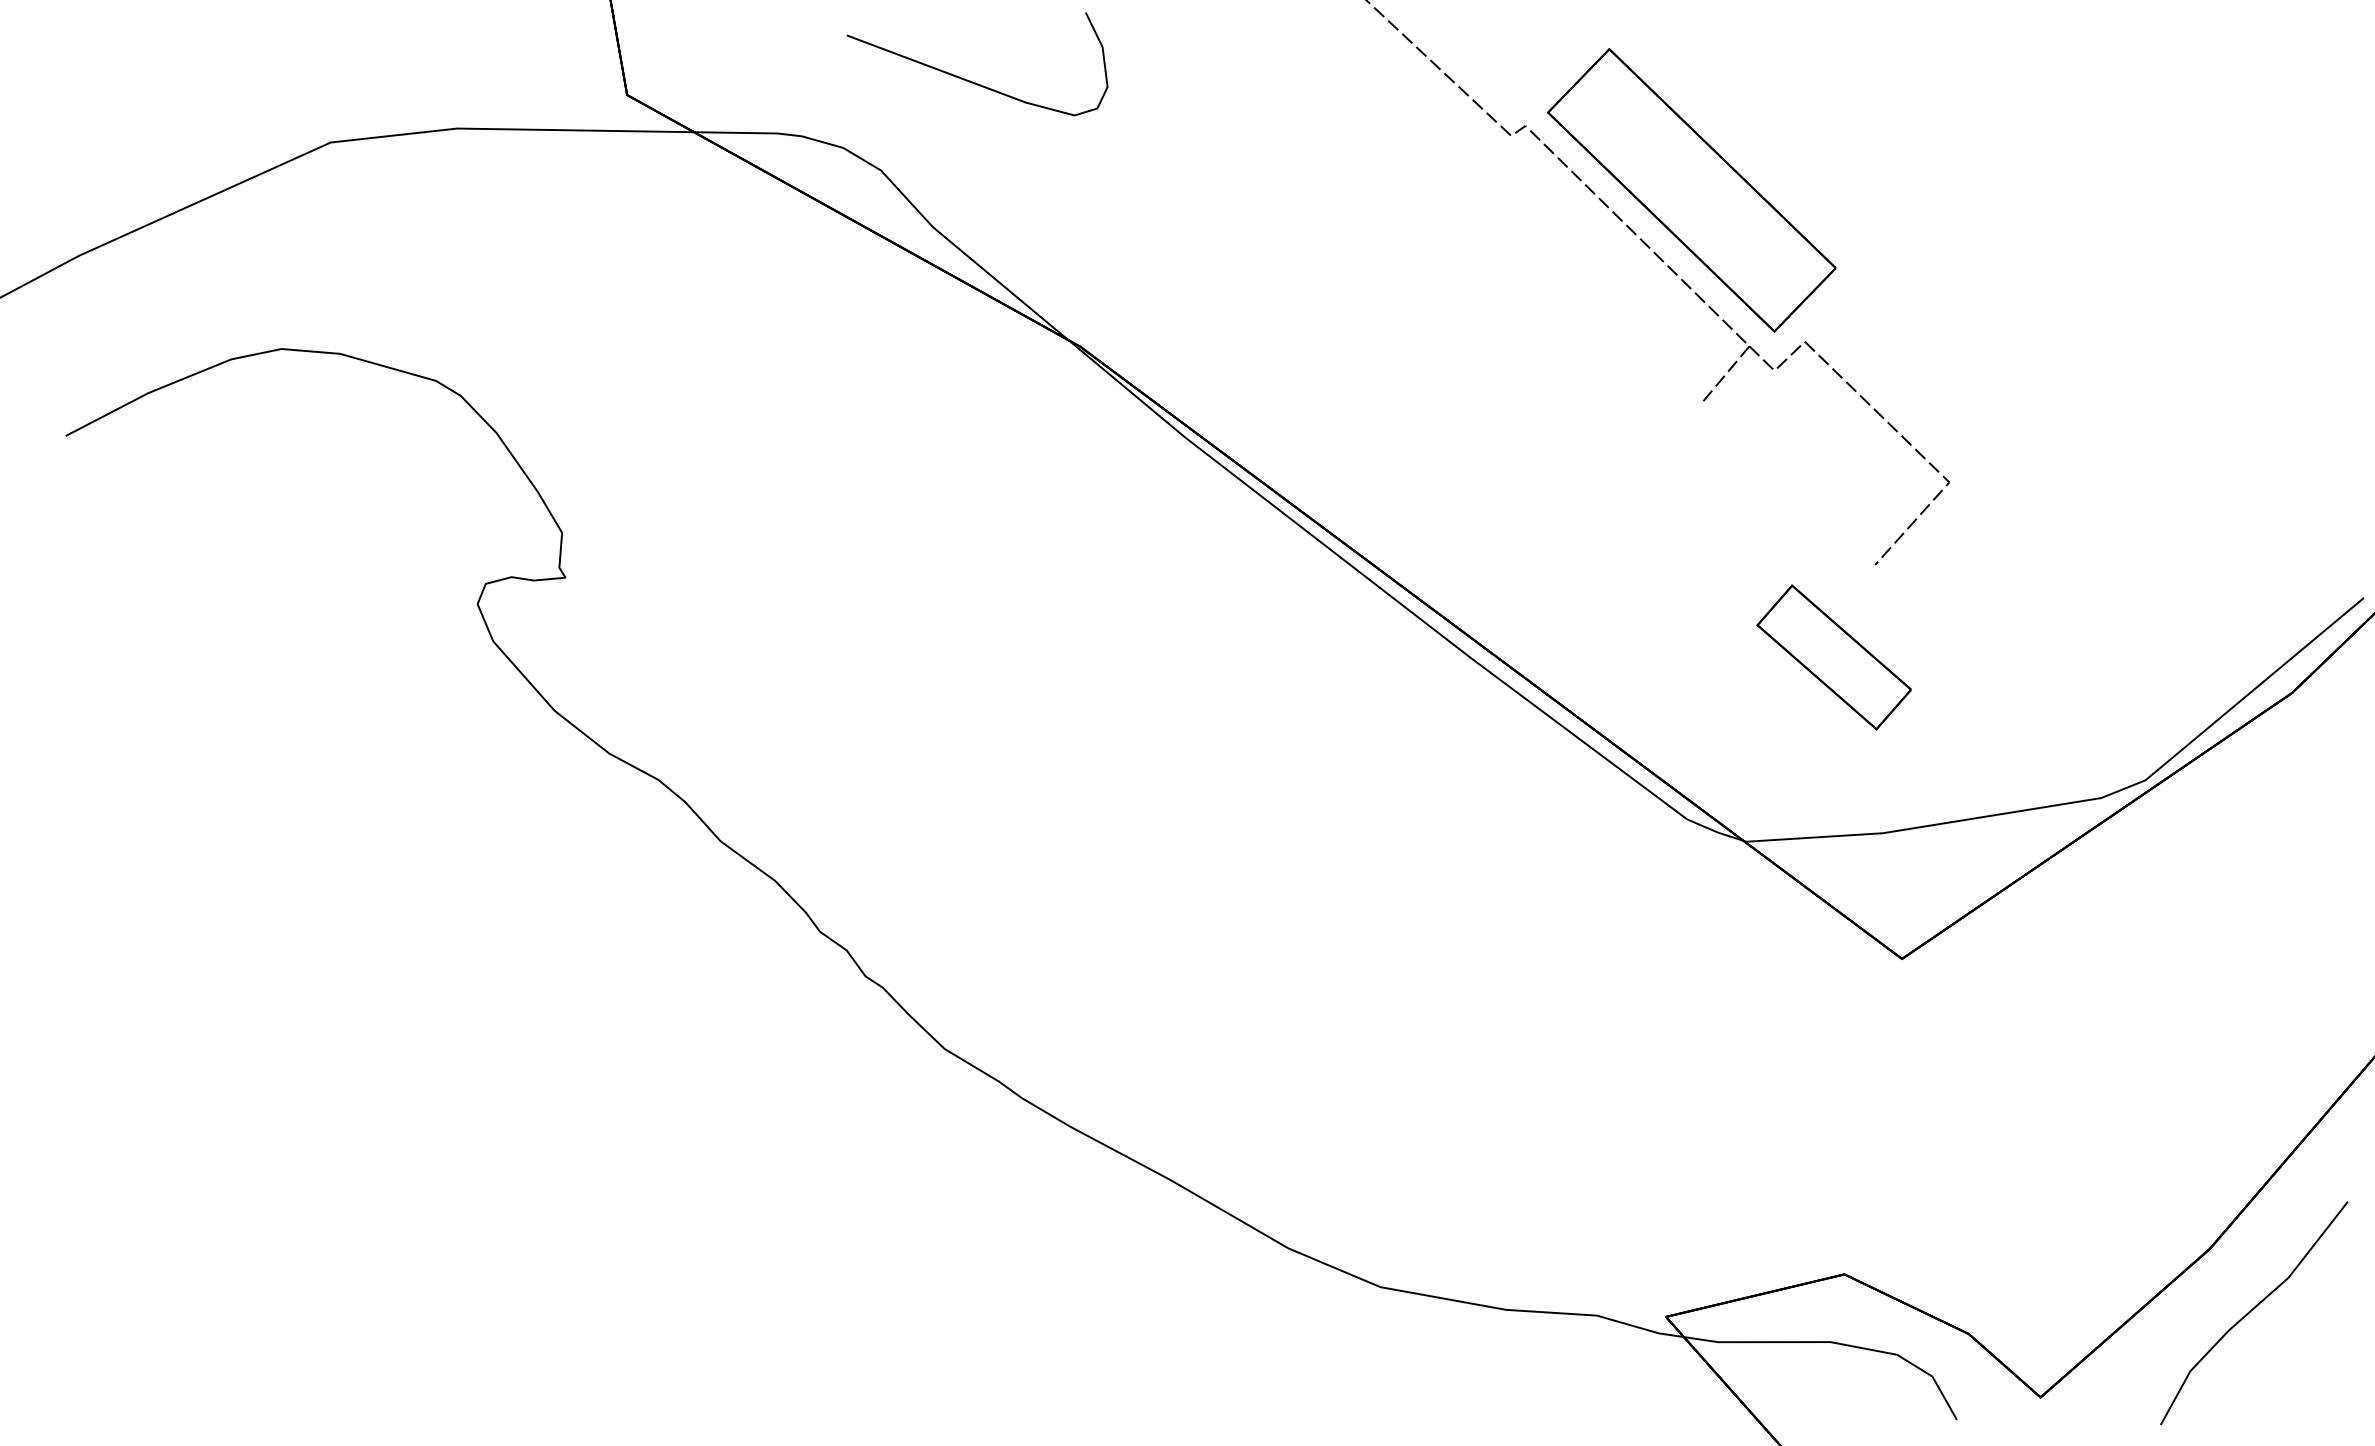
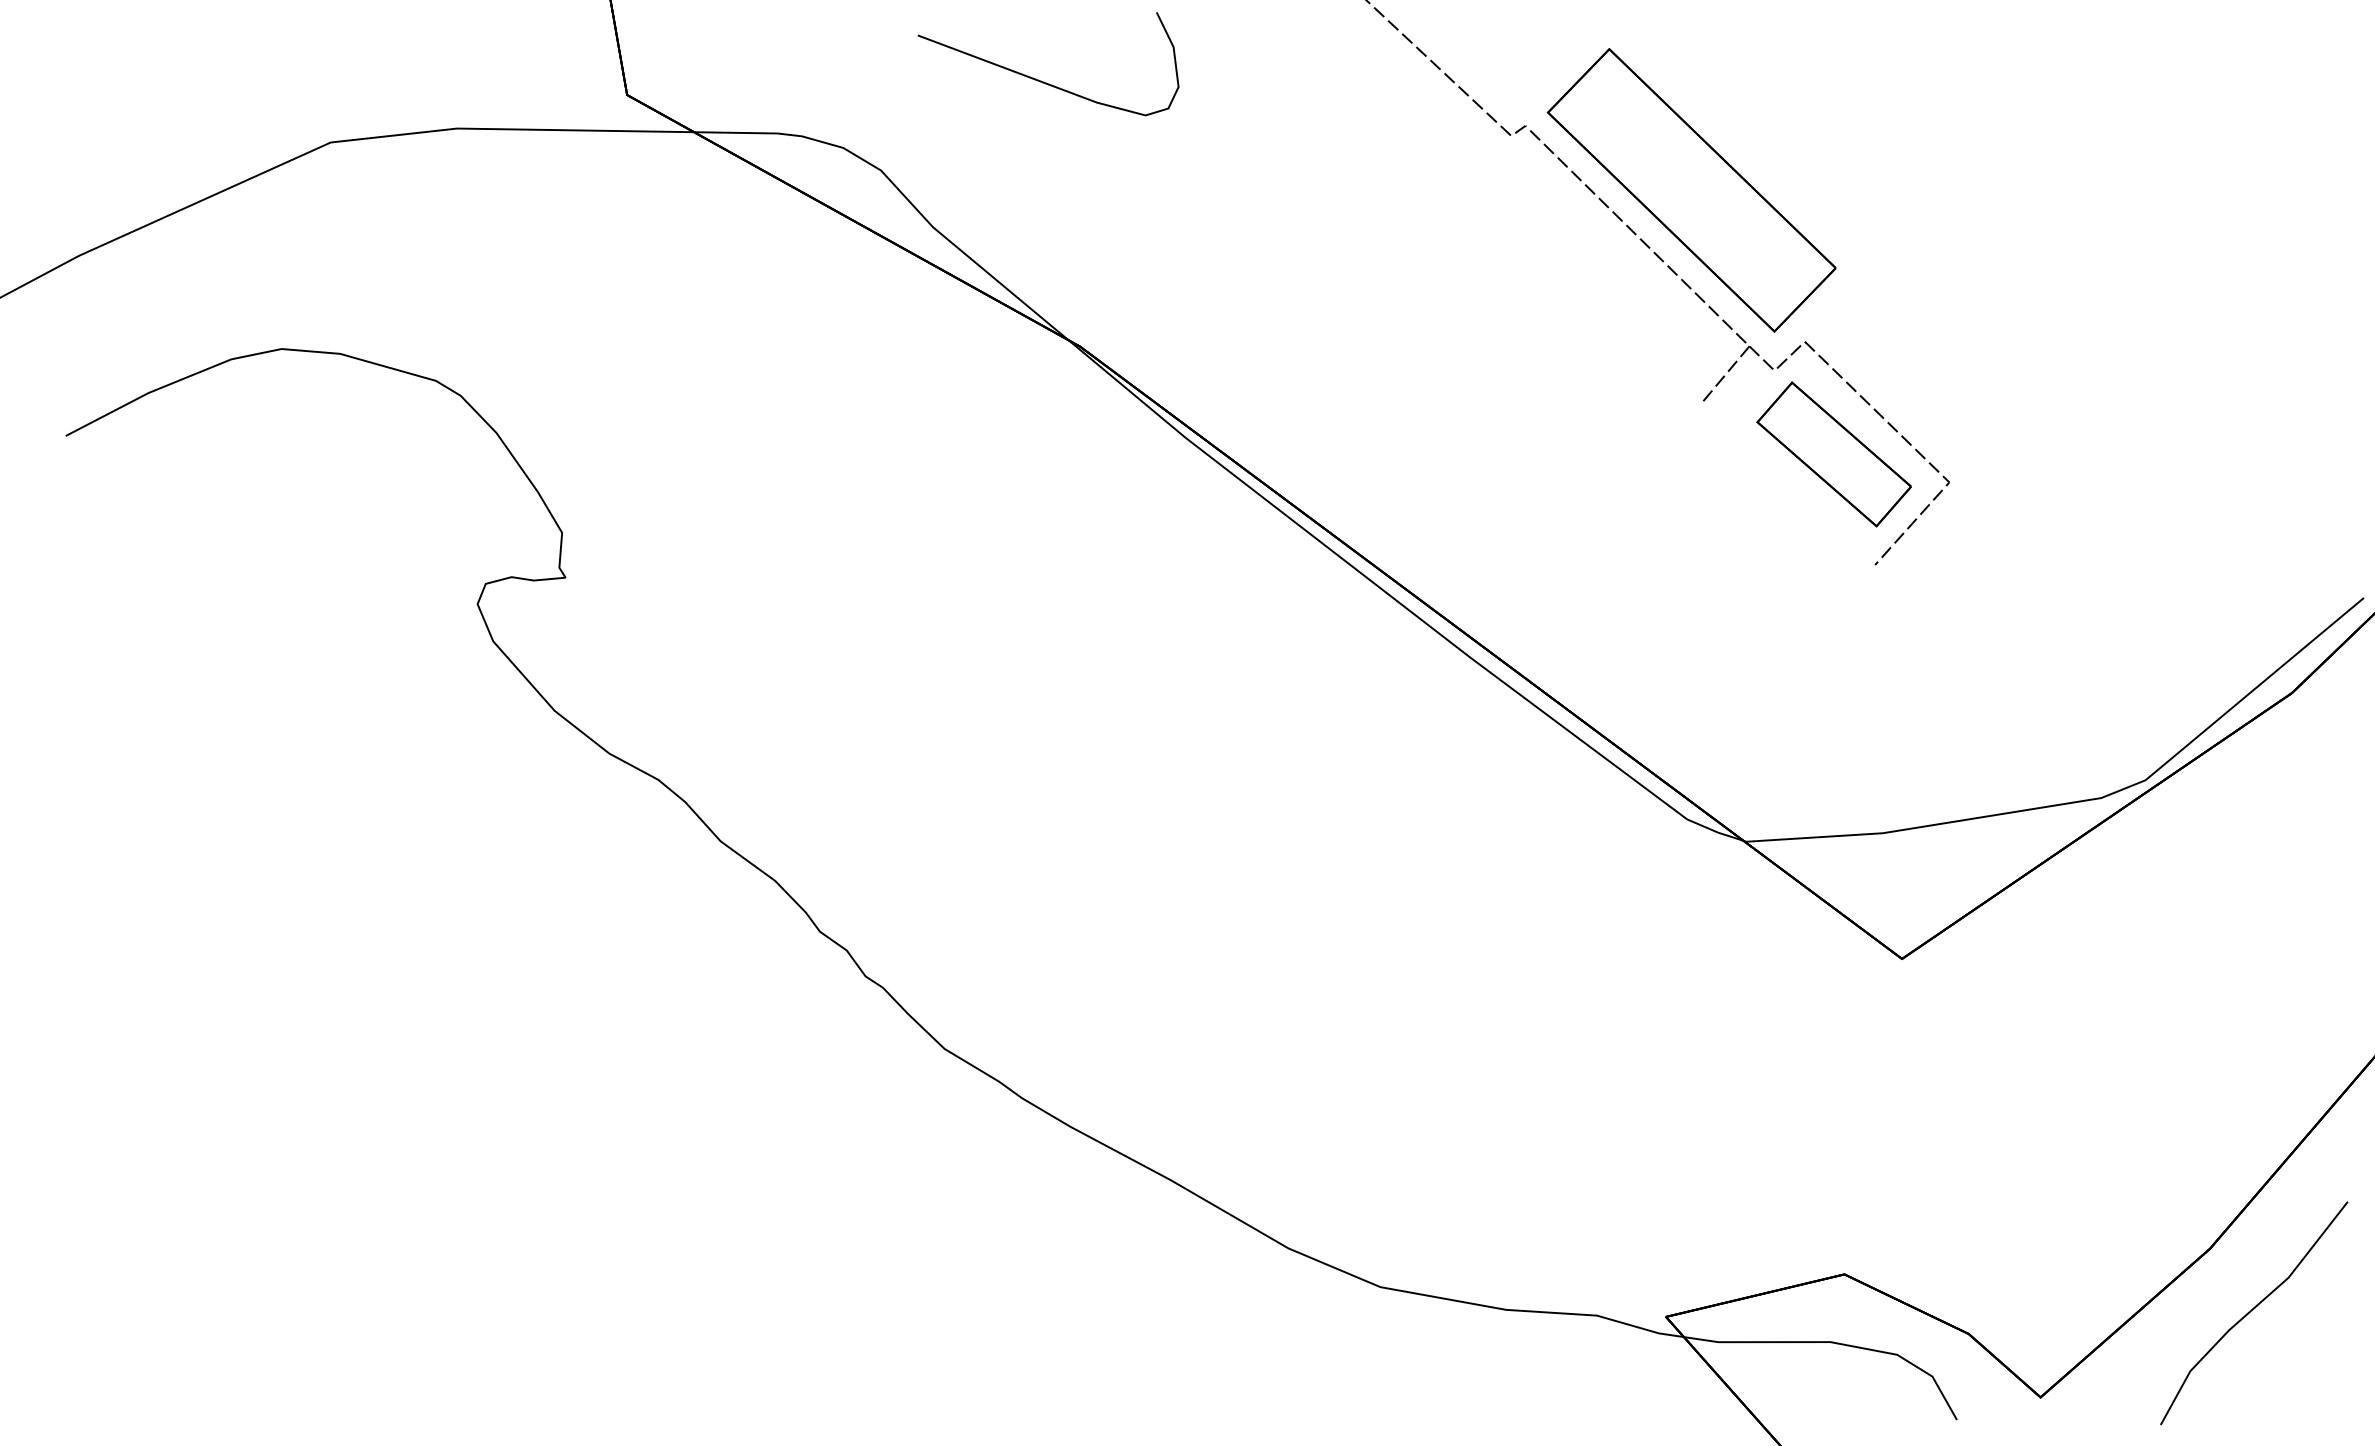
curve at (970, 80) position: (970, 80) -> (1041, 80)
part at (1833, 657) position: (1833, 657) -> (1833, 454)
